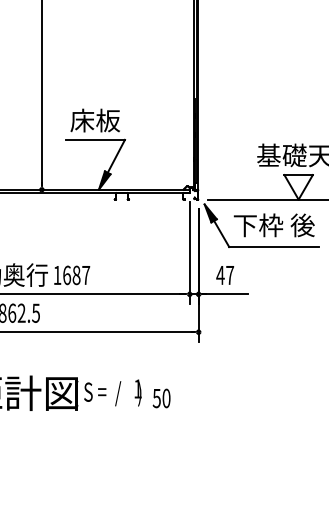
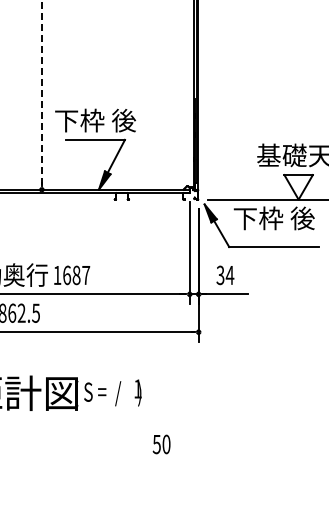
line at (41, 92): solid -> dashed
text at (95, 120): 床板 -> 下枠 後
text at (273, 225) position: (273, 225) -> (273, 218)
text at (225, 275): 47 -> 34
text at (161, 398) position: (161, 398) -> (161, 444)
